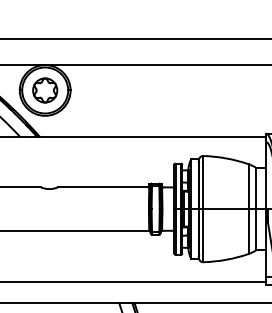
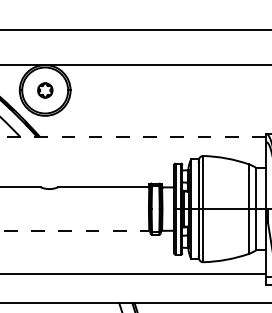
line at (135, 38) position: (135, 38) -> (135, 29)
part at (45, 90) size: 27x27 px -> 17x17 px
line at (132, 136): solid -> dashed
line at (75, 230): solid -> dashed
line at (133, 281) position: (133, 281) -> (133, 273)
